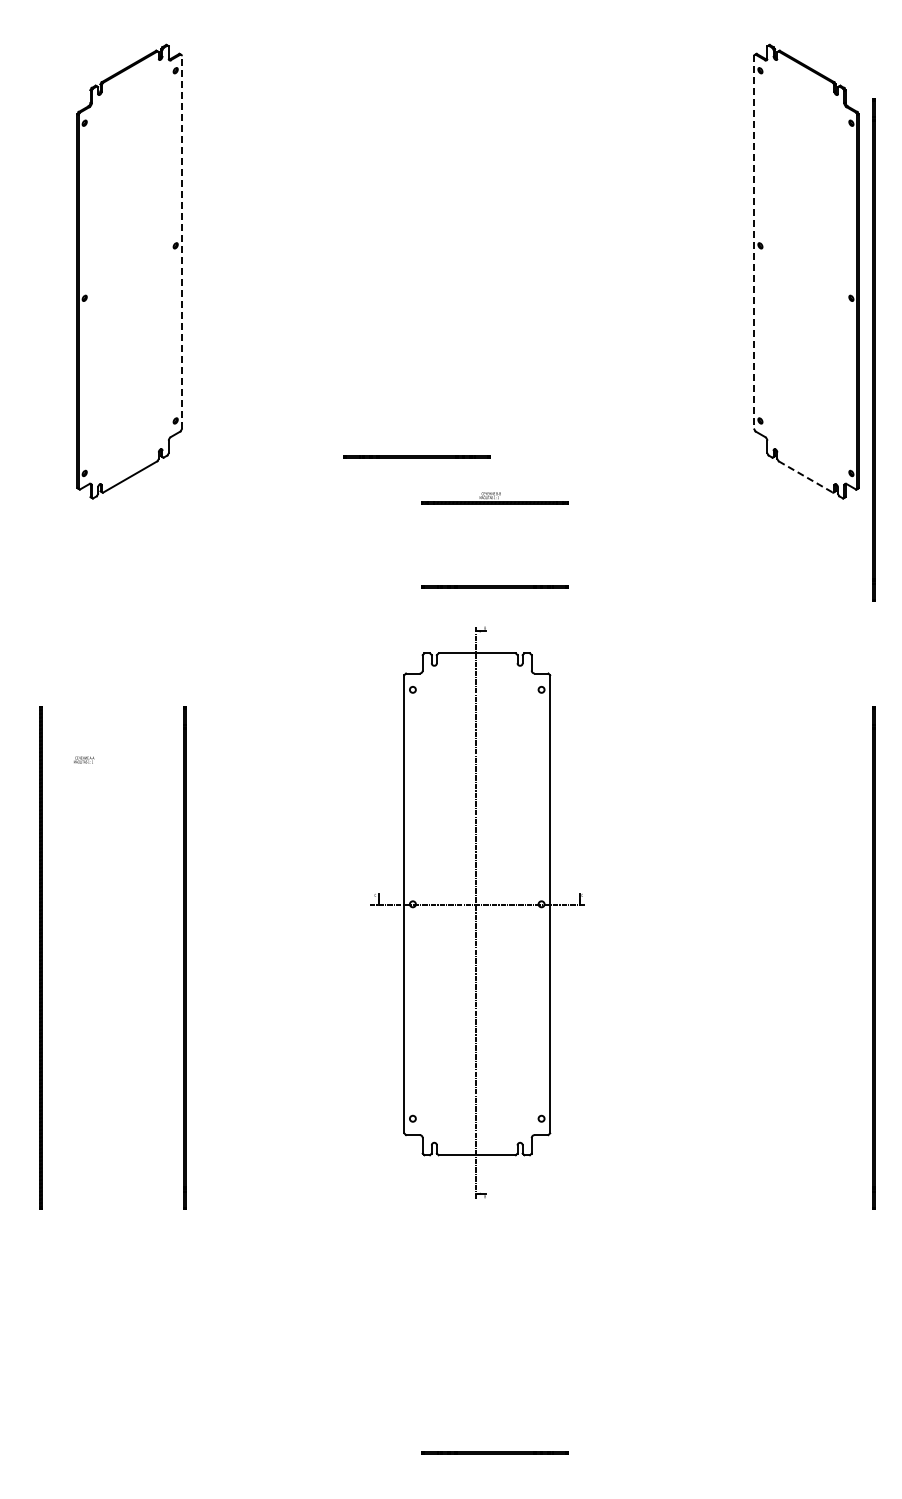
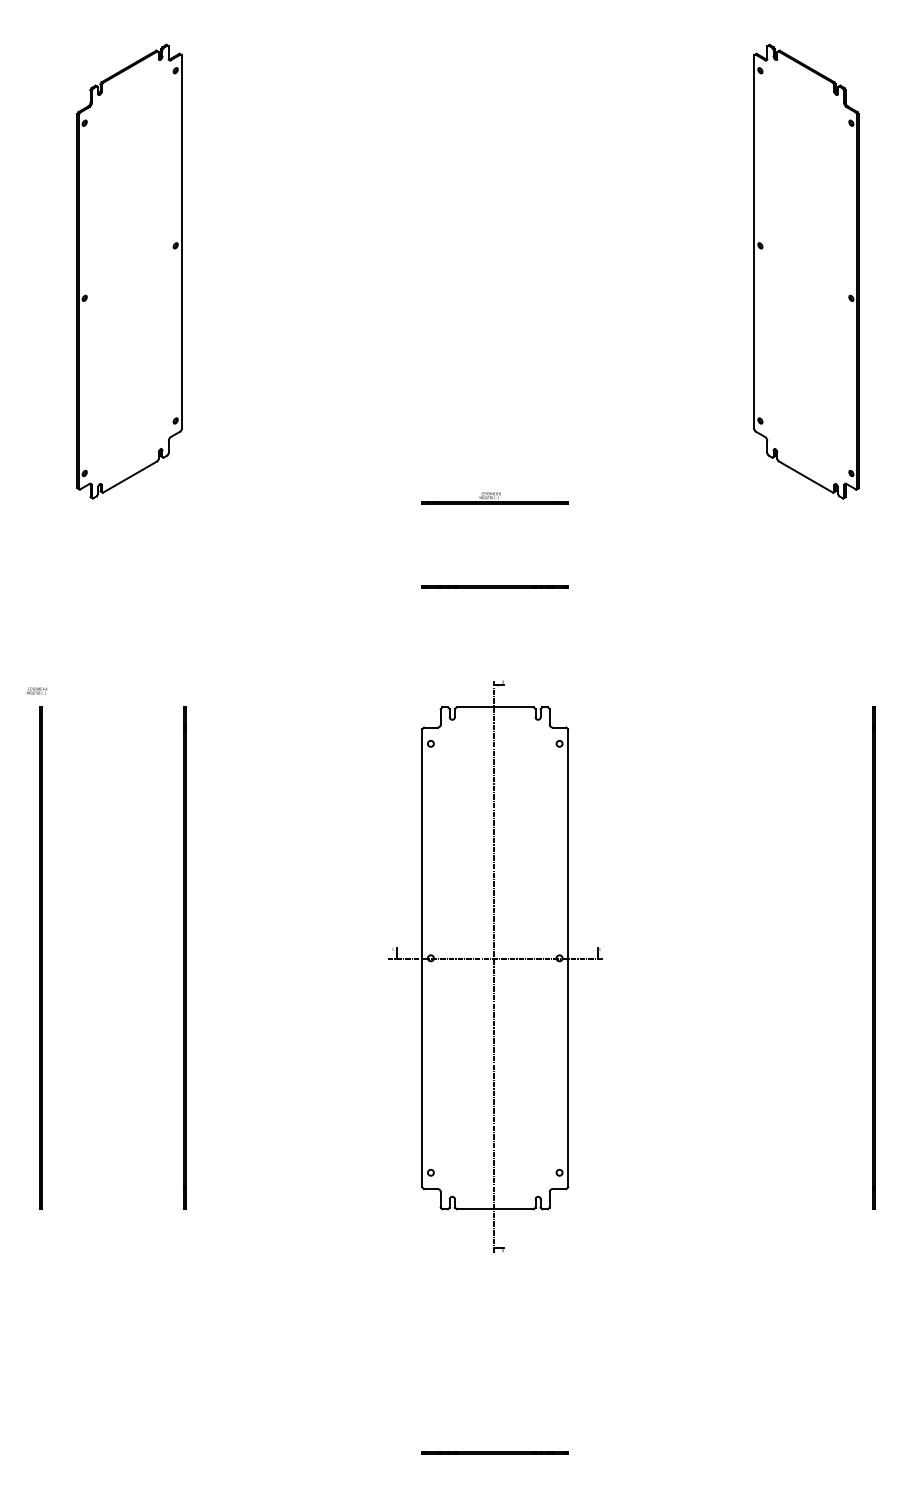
line at (181, 241): dashed -> solid
line at (754, 242): dashed -> solid
line at (873, 349): present -> none
line at (416, 456): present -> none
line at (805, 477): dashed -> solid
text at (84, 759) position: (84, 759) -> (37, 690)
part at (477, 912) position: (477, 912) -> (495, 966)
